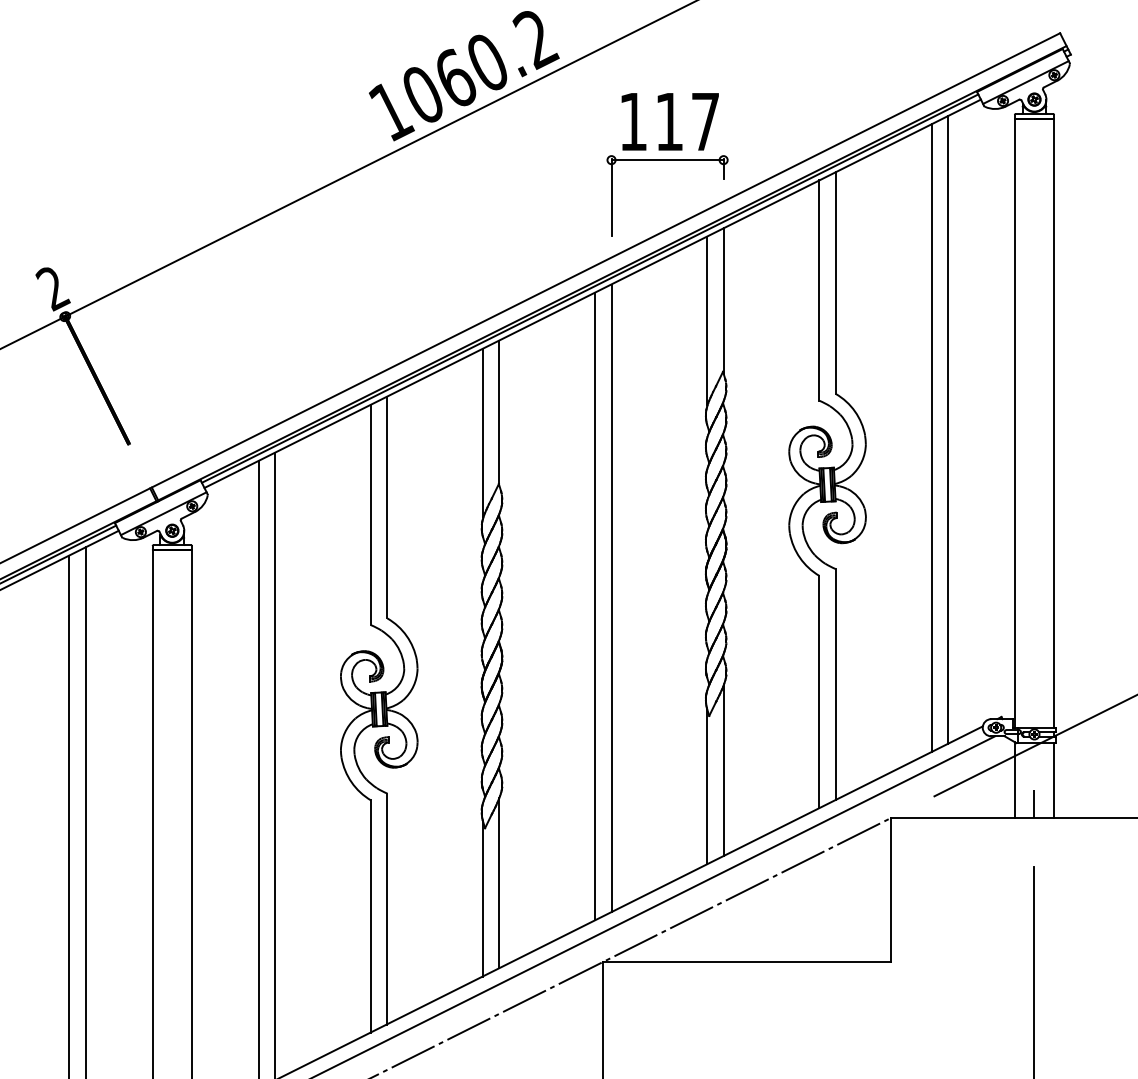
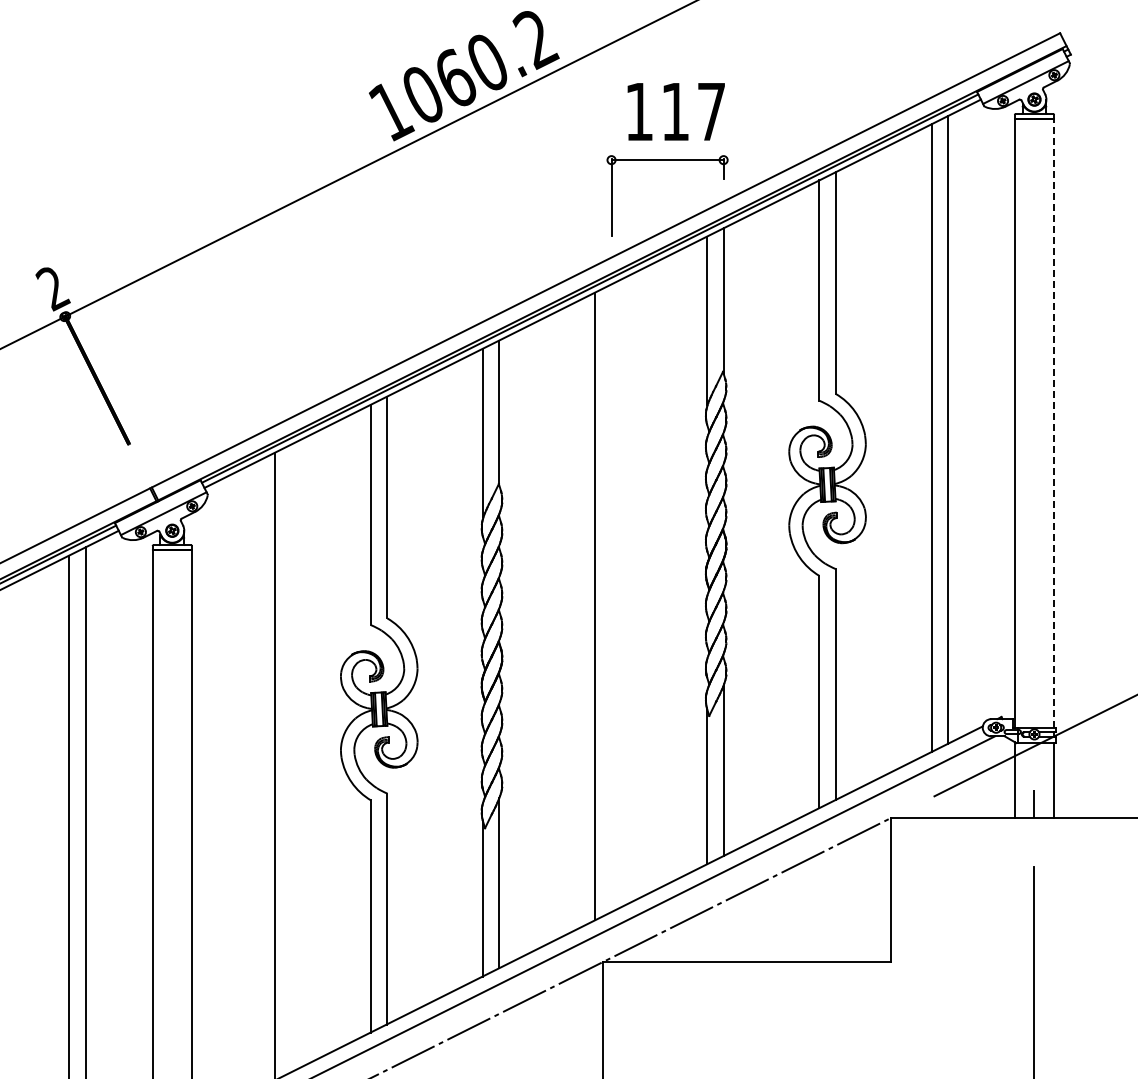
text at (669, 121) position: (669, 121) -> (675, 111)
line at (1053, 422): solid -> dashed
line at (611, 598): present -> none
line at (259, 768): present -> none
